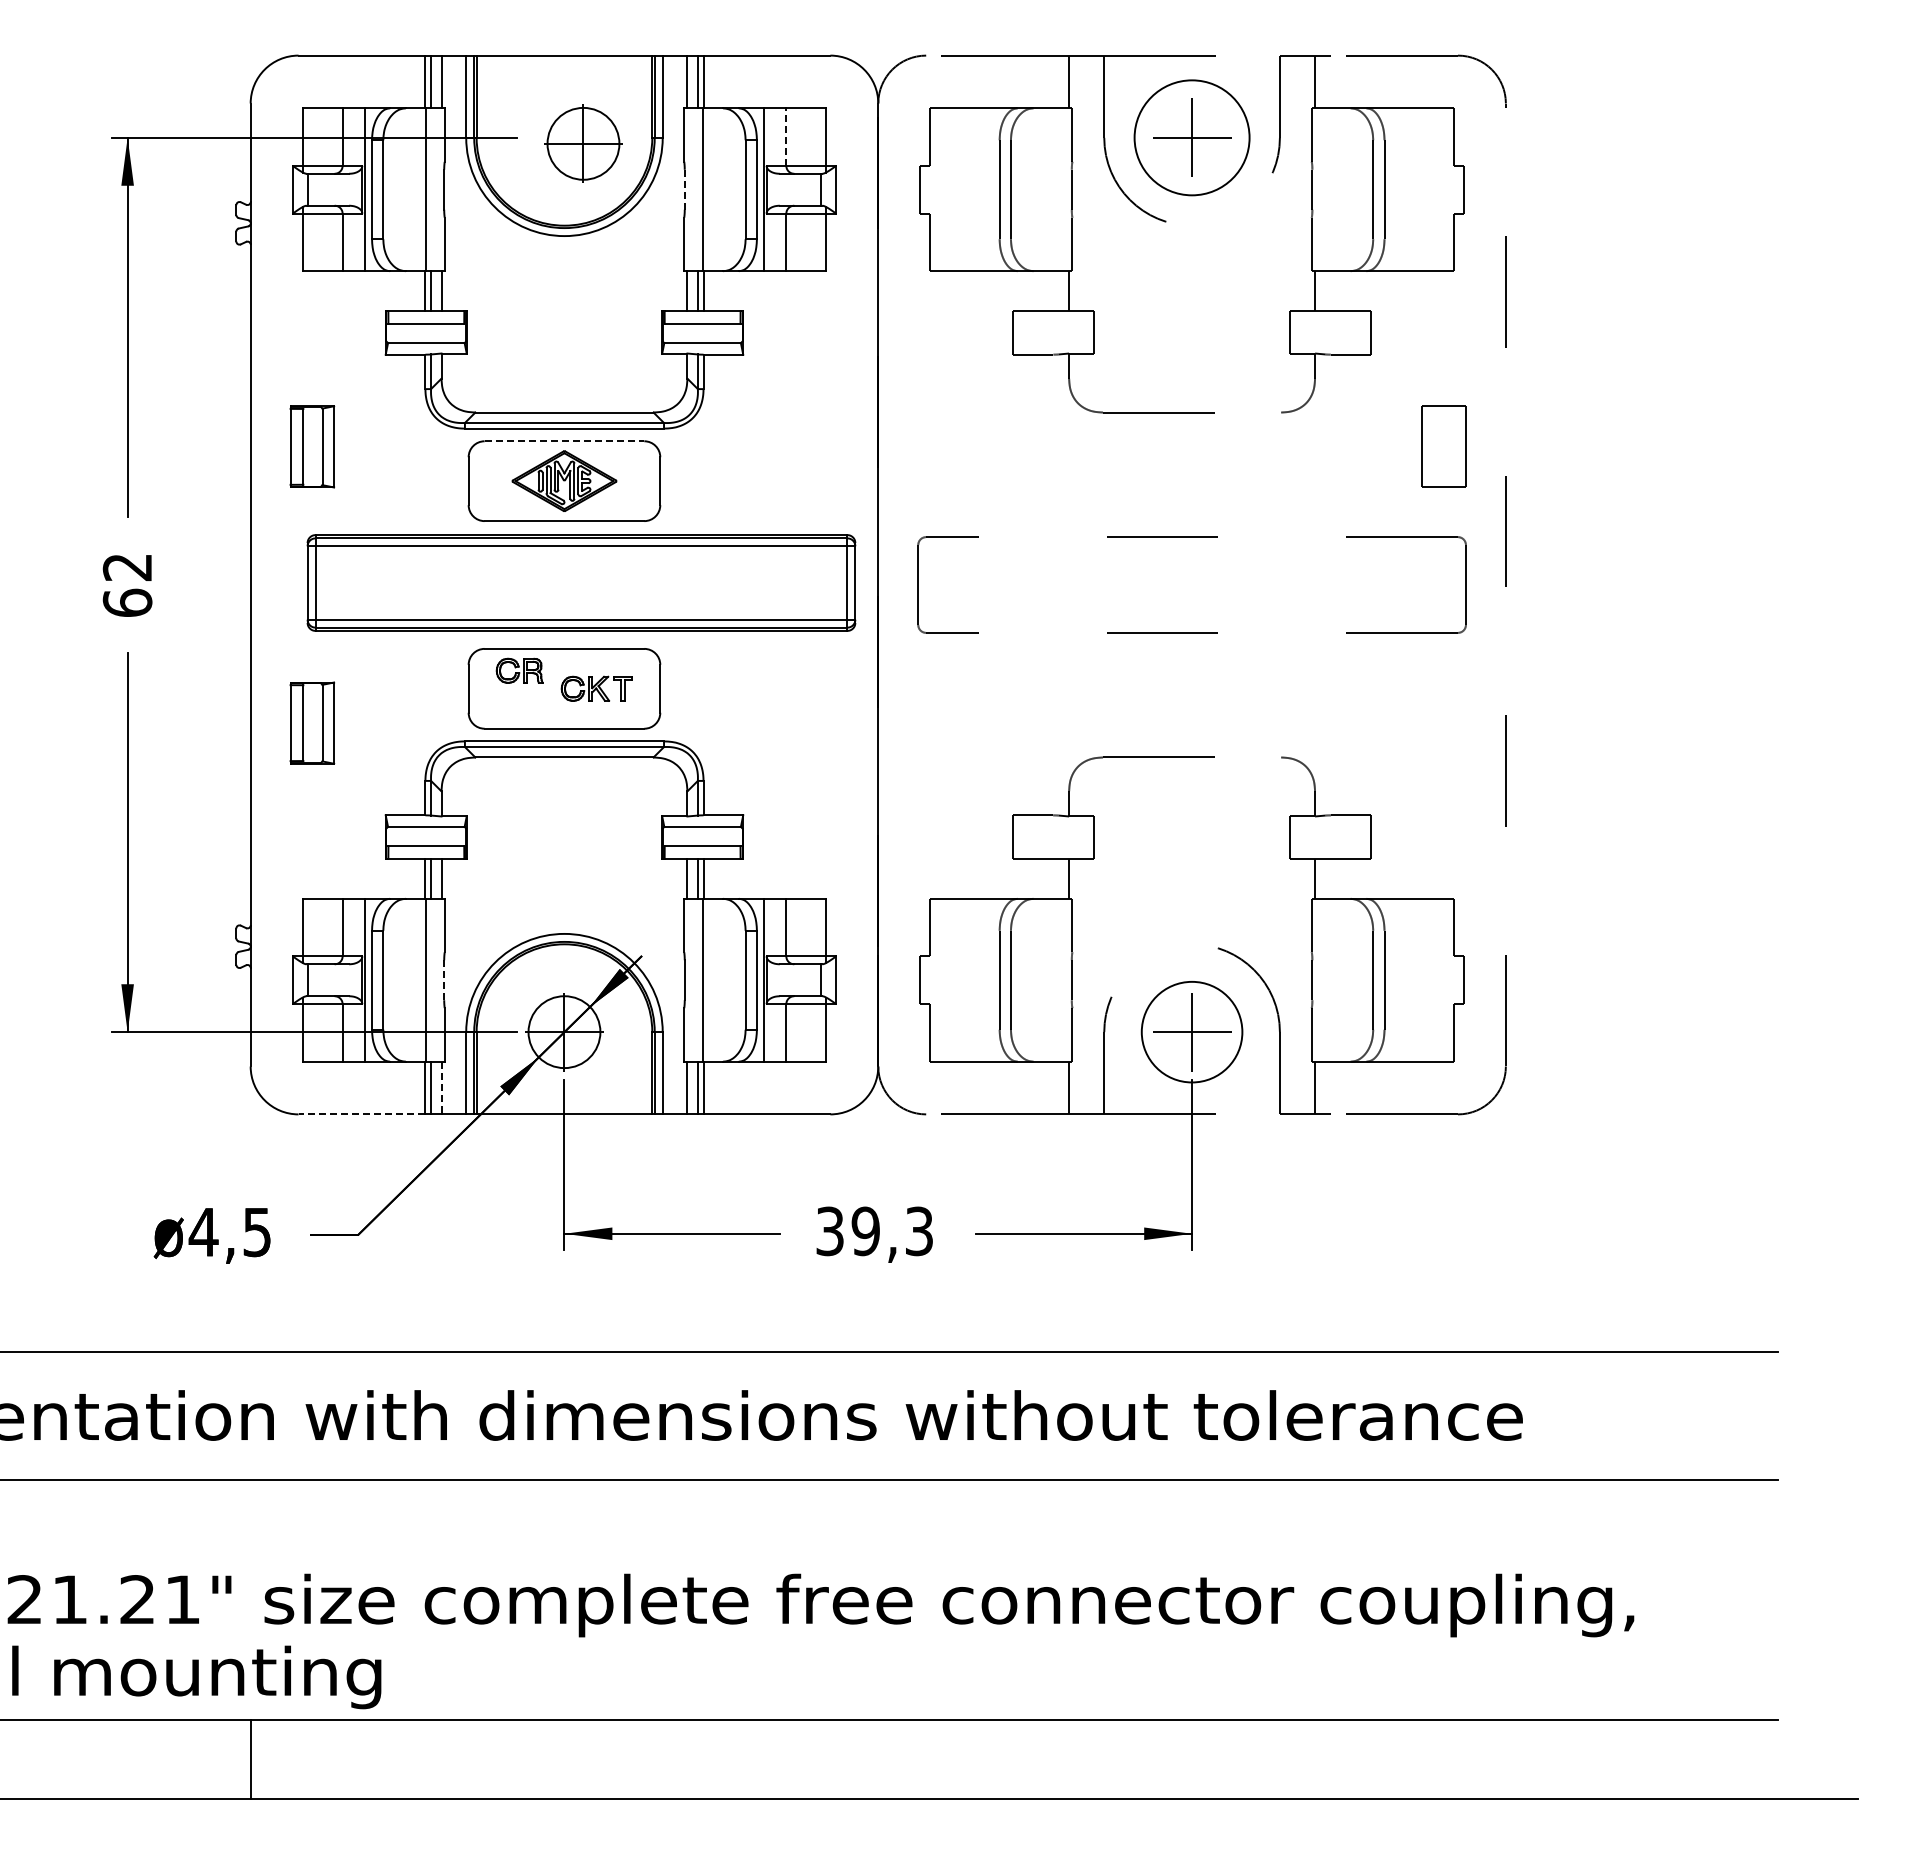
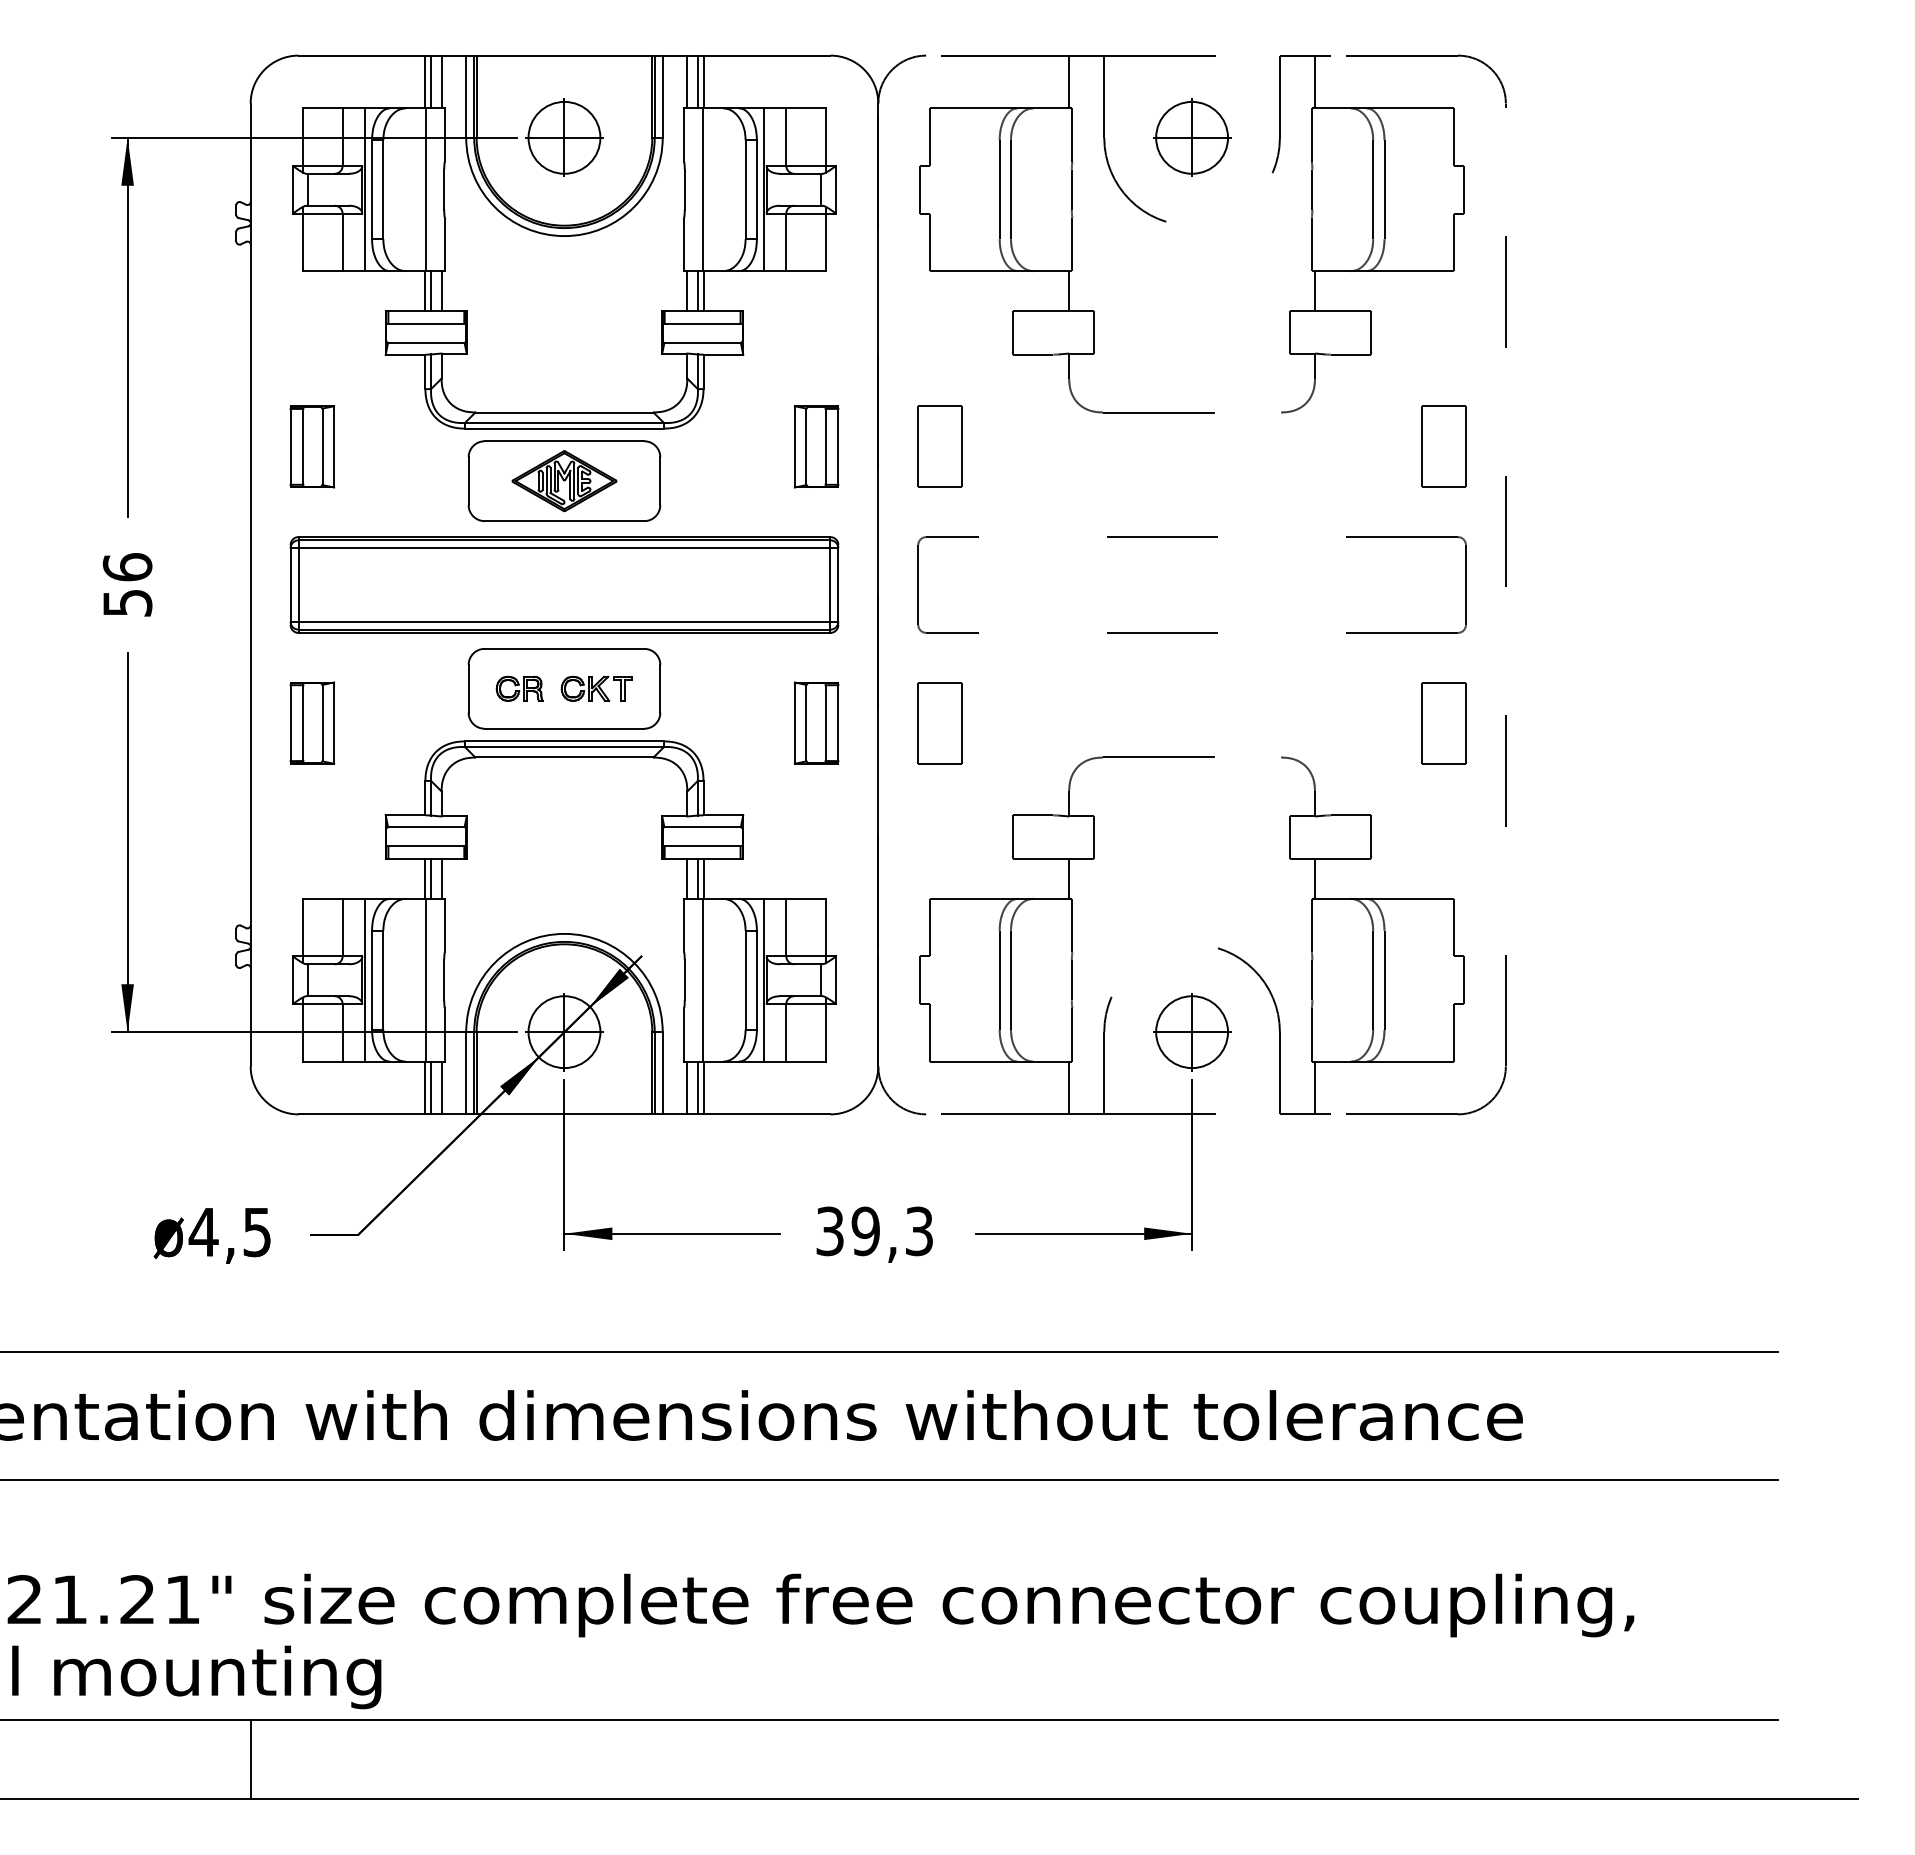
line at (786, 137): dashed -> solid
circle at (1191, 137) diameter: 115 px -> 72 px
part at (583, 143) position: (583, 143) -> (564, 137)
line at (684, 189): dashed -> solid
line at (564, 441): dashed -> solid
part at (816, 446): none -> present
part at (939, 446): none -> present
part at (581, 582) position: (581, 582) -> (564, 584)
text at (127, 584): 62 -> 56
part at (519, 670) position: (519, 670) -> (519, 688)
part at (816, 722): none -> present
part at (939, 723): none -> present
part at (1443, 723): none -> present
line at (444, 980): dashed -> solid
circle at (1191, 1031) diameter: 101 px -> 72 px
line at (441, 1088): dashed -> solid
line at (361, 1114): dashed -> solid
